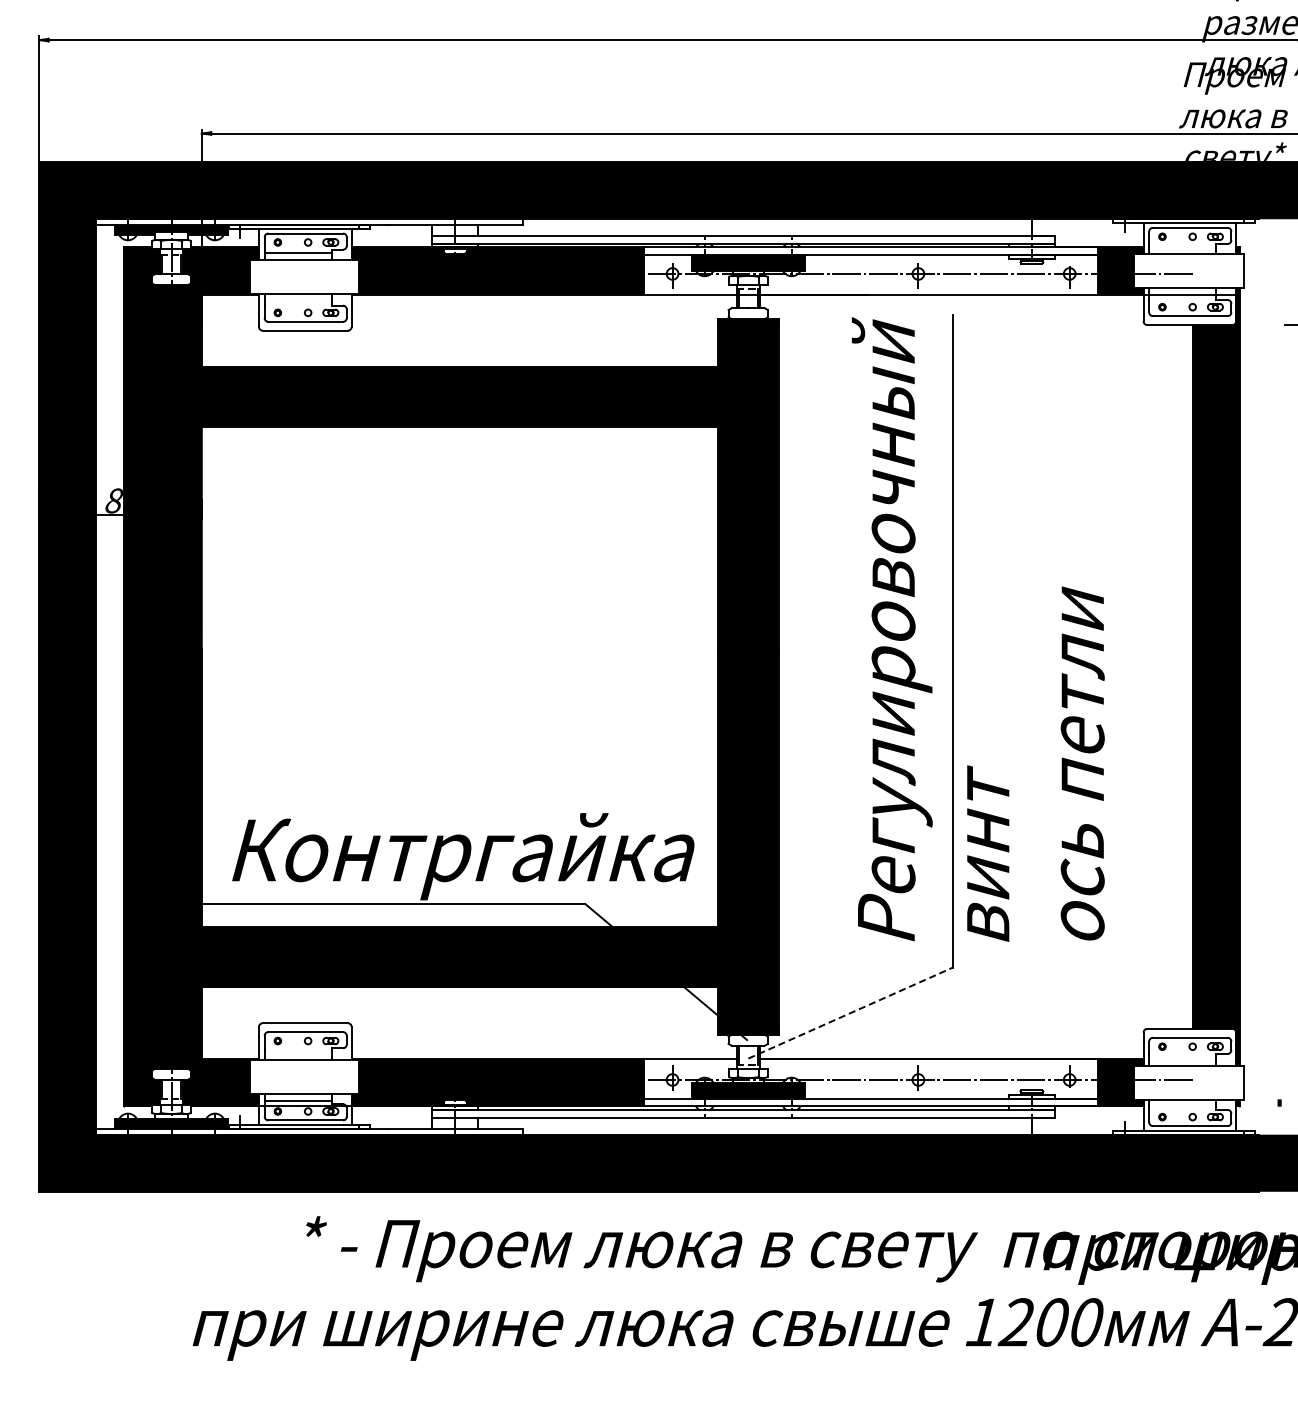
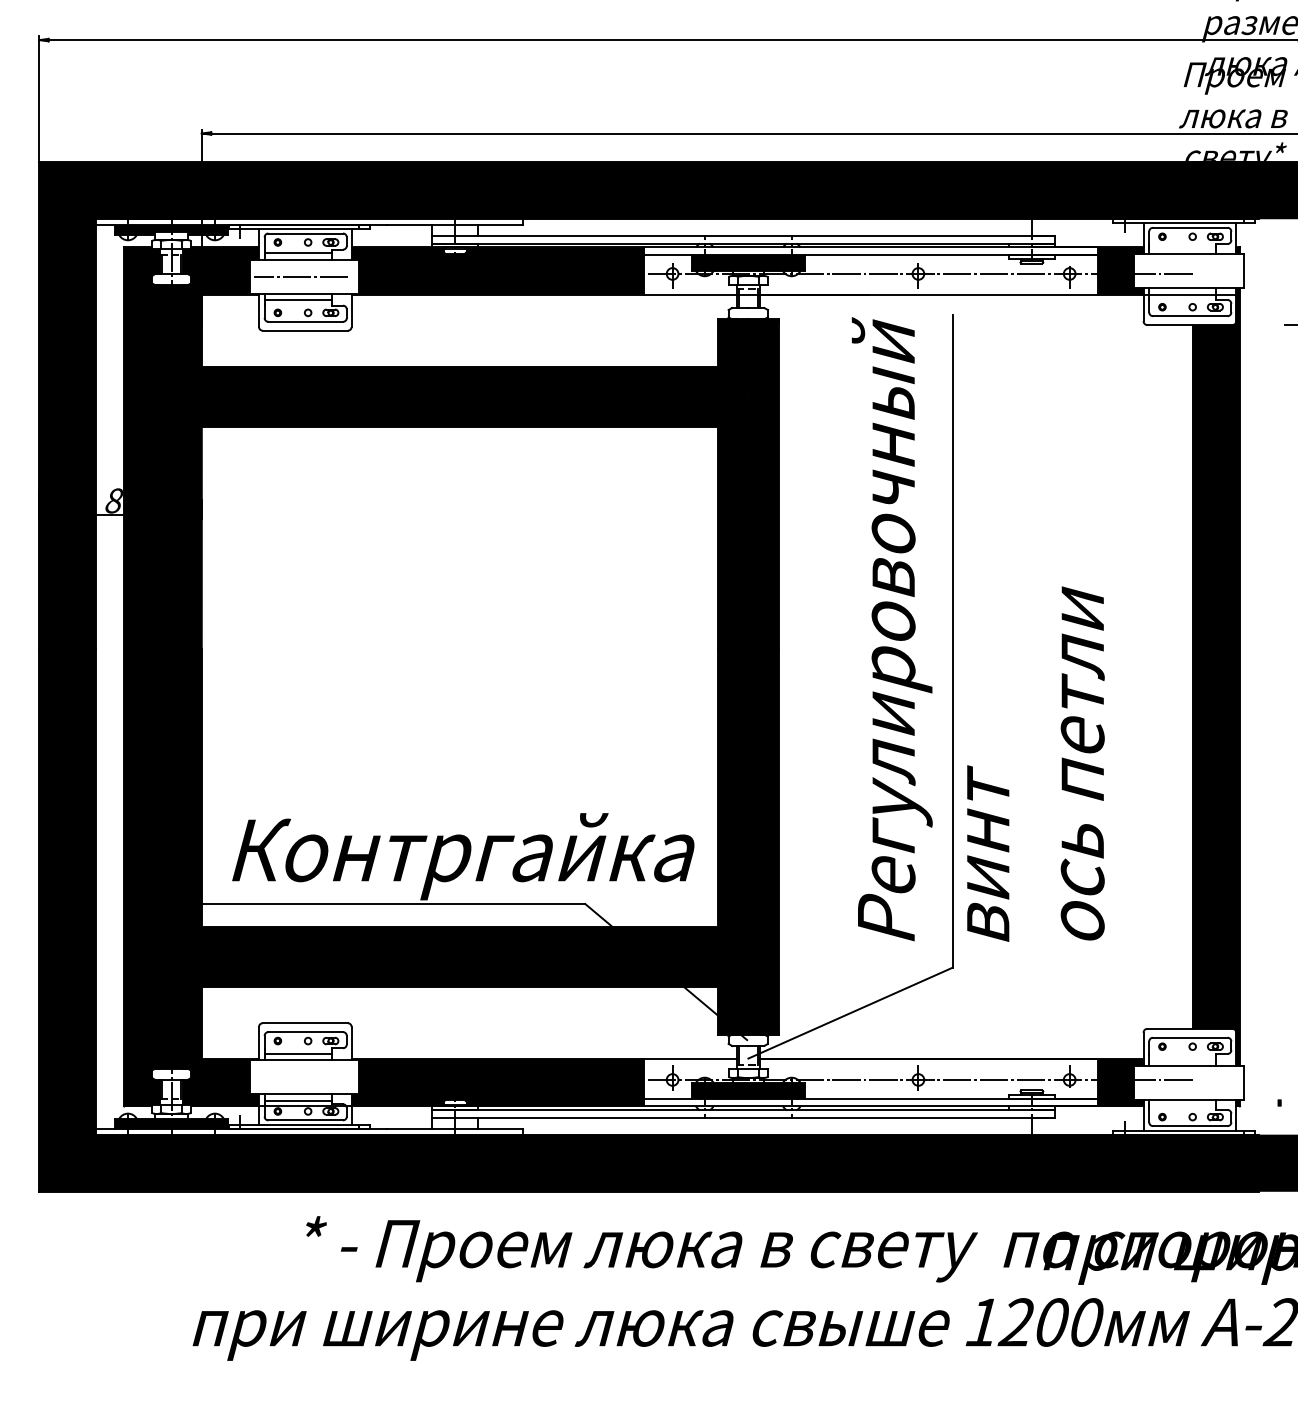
line at (300, 277): none -> present
line at (297, 300): none -> present
line at (850, 1013): dashed -> solid
line at (297, 1053): none -> present
